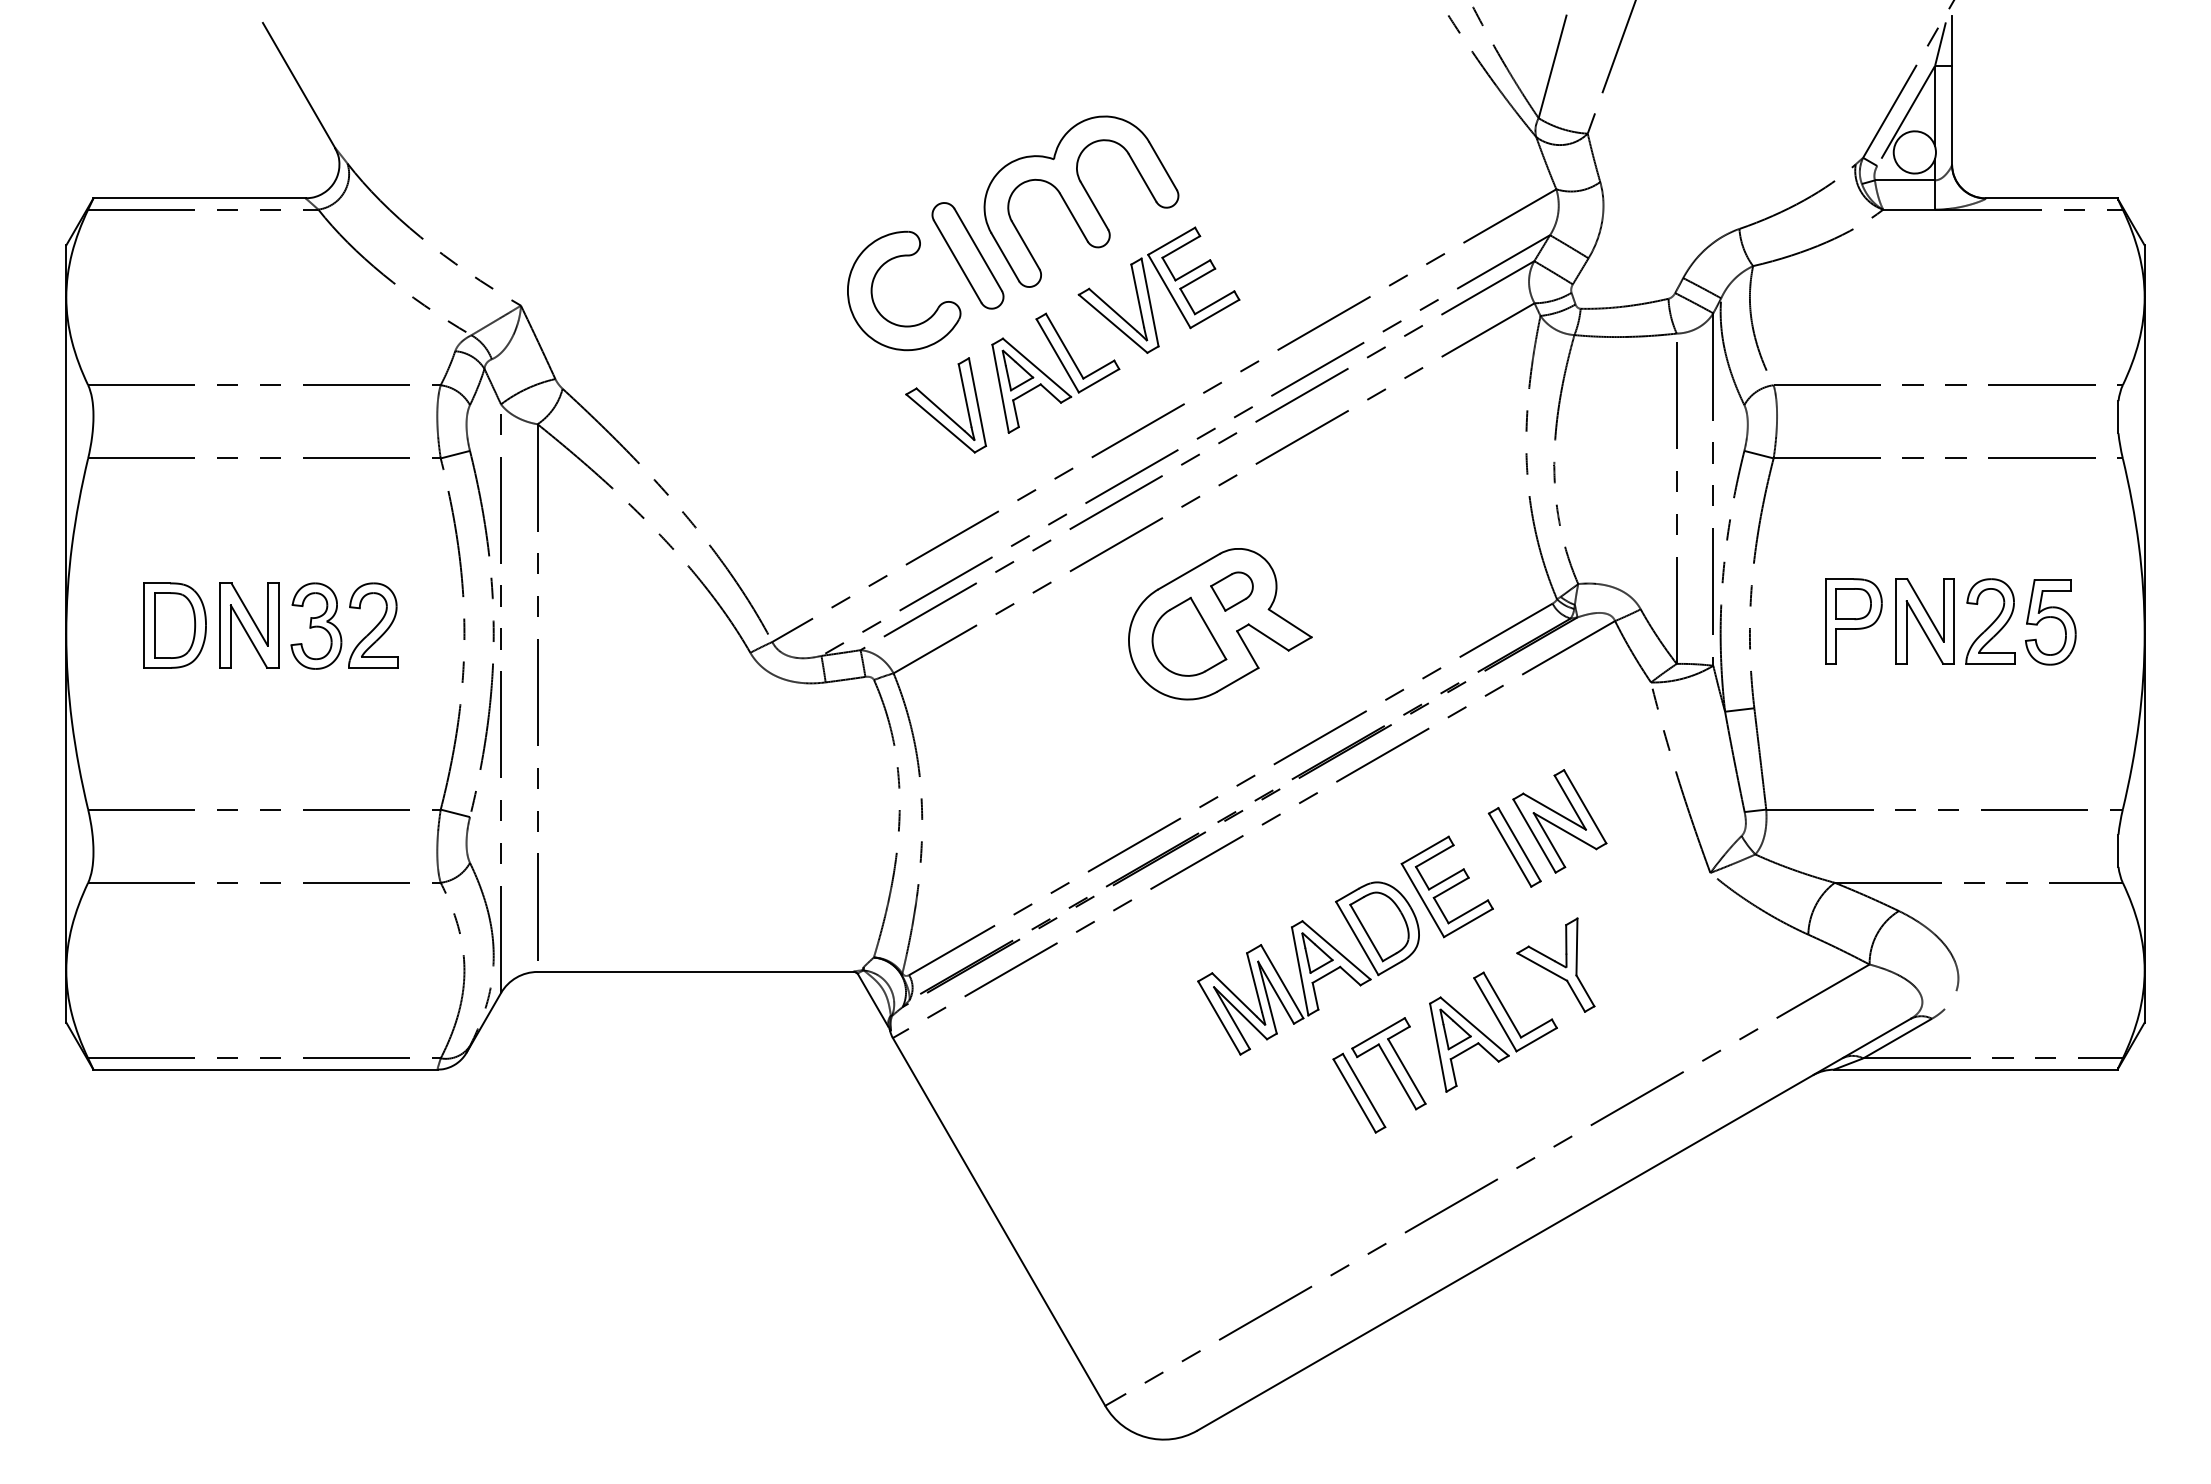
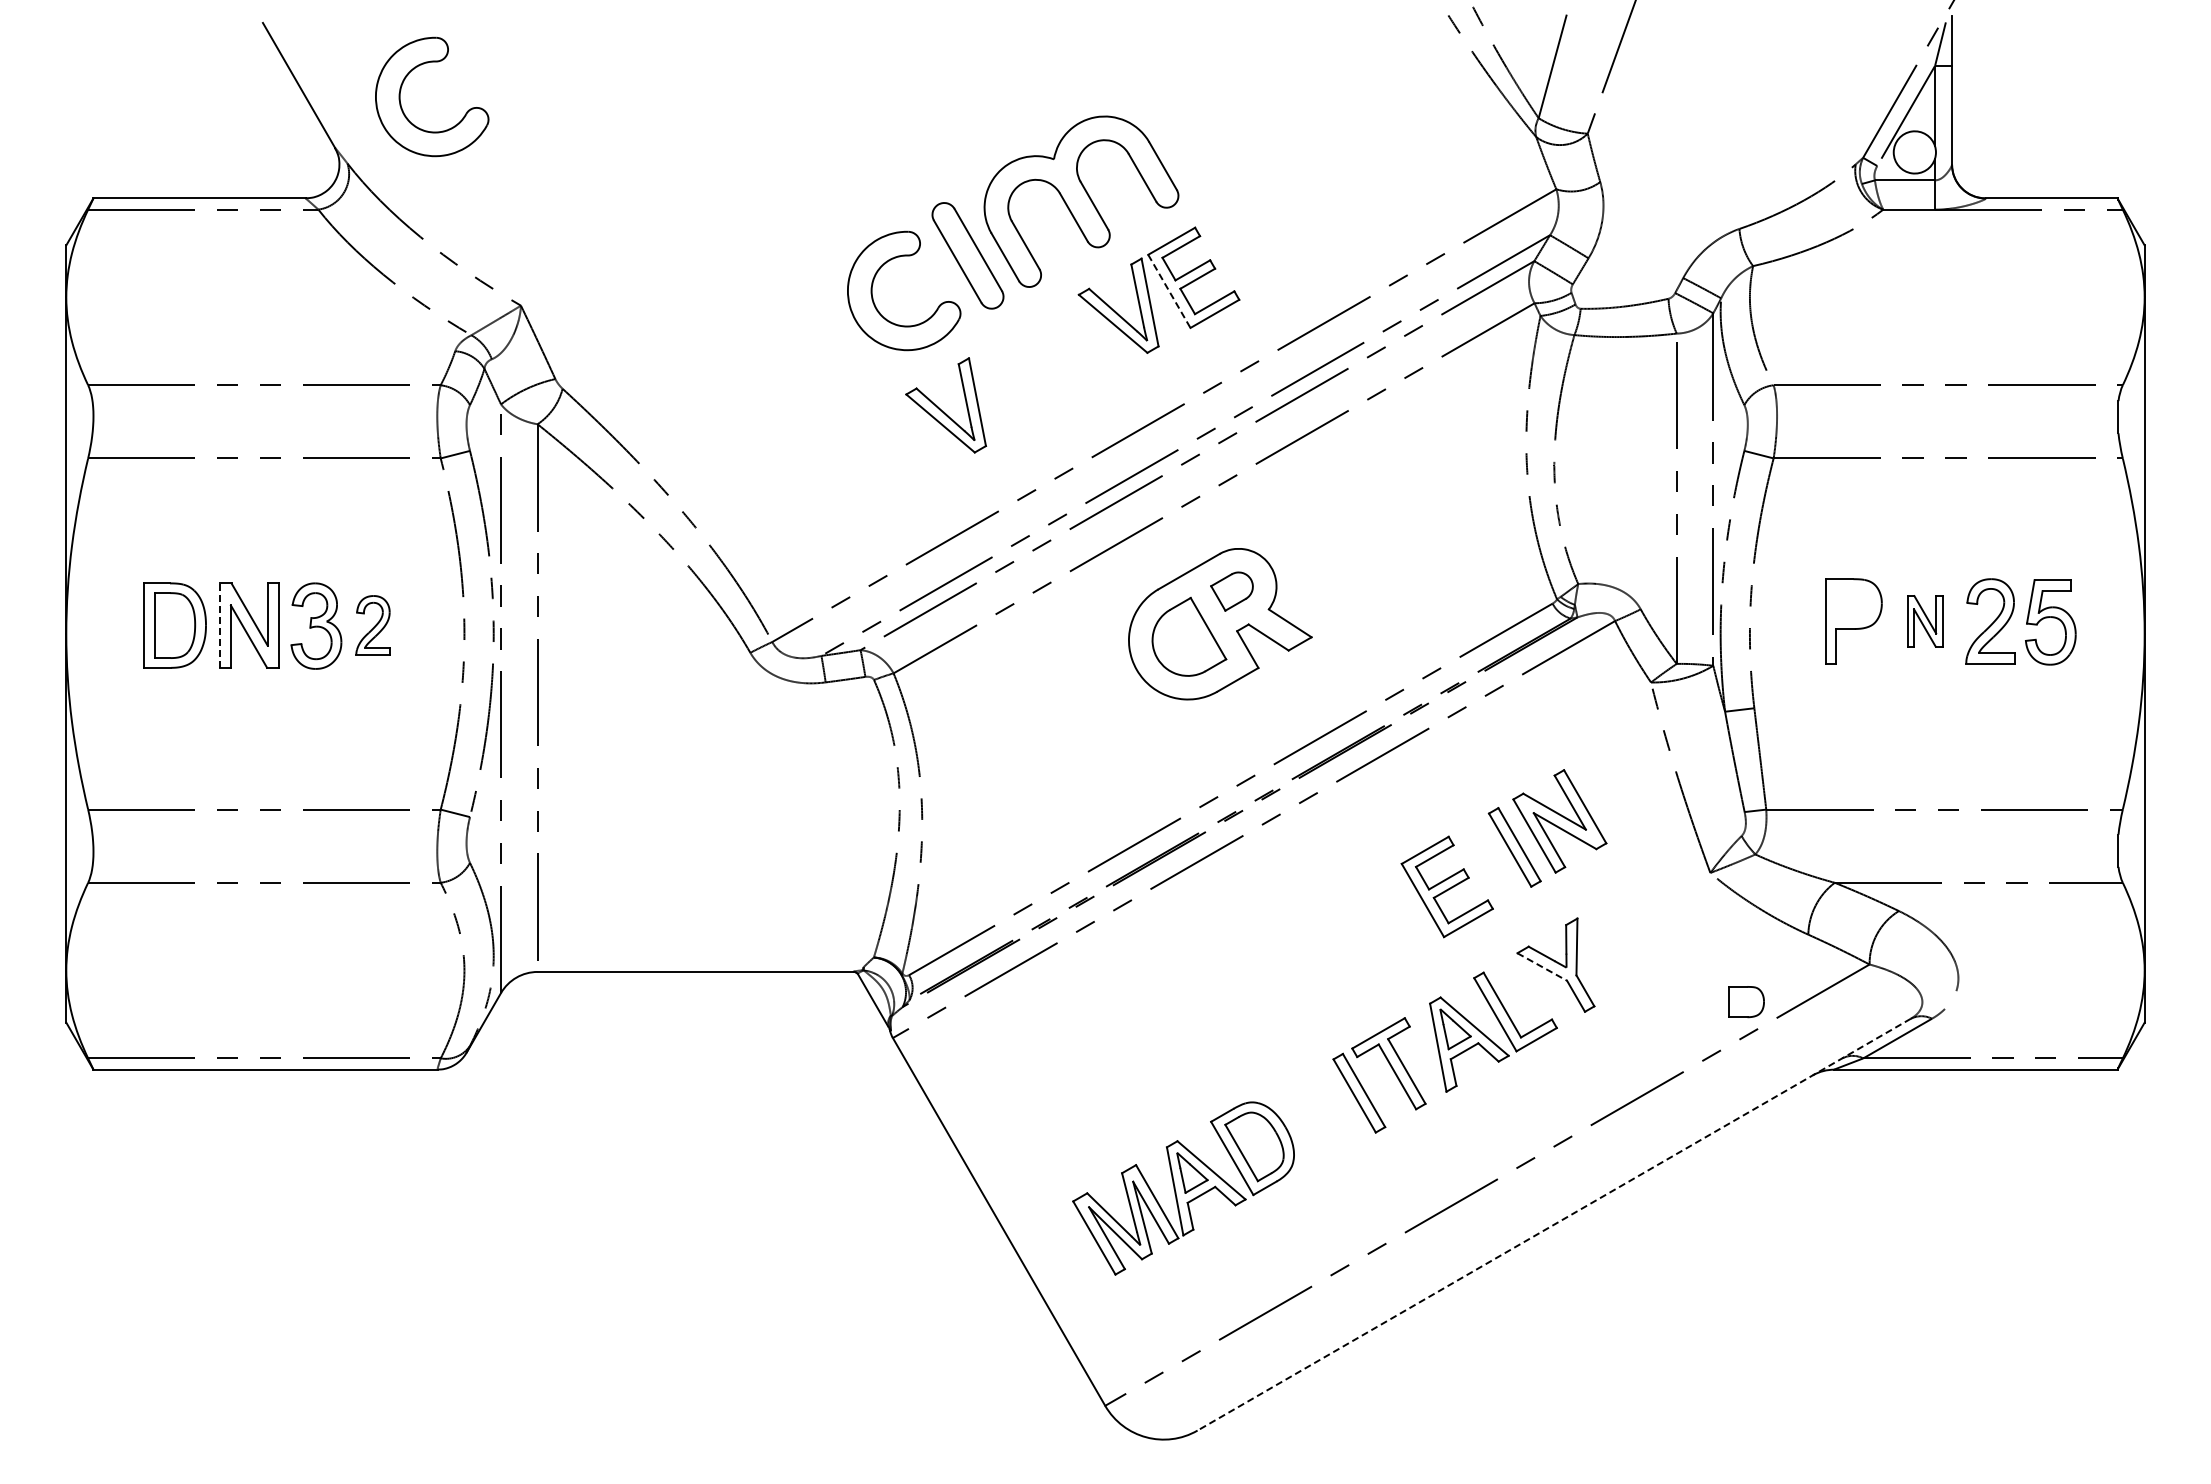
part at (401, 90): none -> present
line at (1169, 291): solid -> dashed
part at (1051, 378): present -> none
part at (1853, 604) position: (1853, 604) -> (1746, 1002)
part at (1924, 621) size: 60x87 px -> 37x53 px
line at (220, 625): solid -> dashed
part at (373, 625) size: 51x87 px -> 36x61 px
line at (1542, 967): solid -> dashed
part at (1308, 968) position: (1308, 968) -> (1183, 1188)
line at (1554, 1224): solid -> dashed
